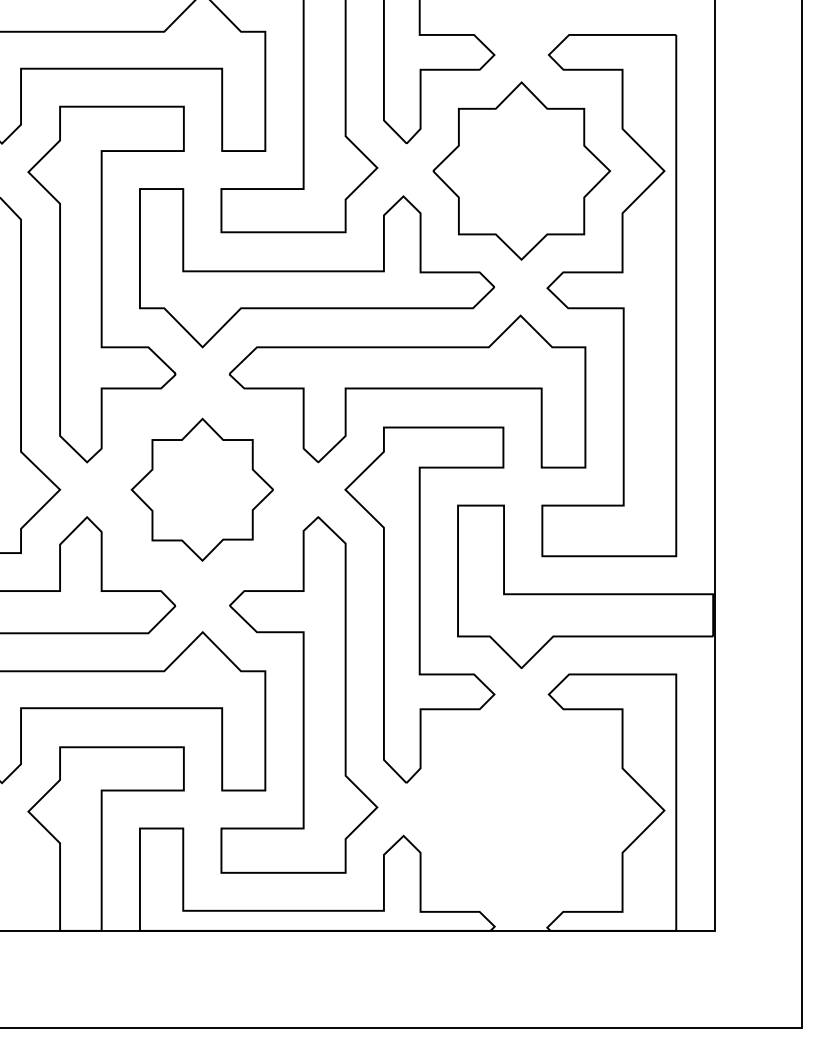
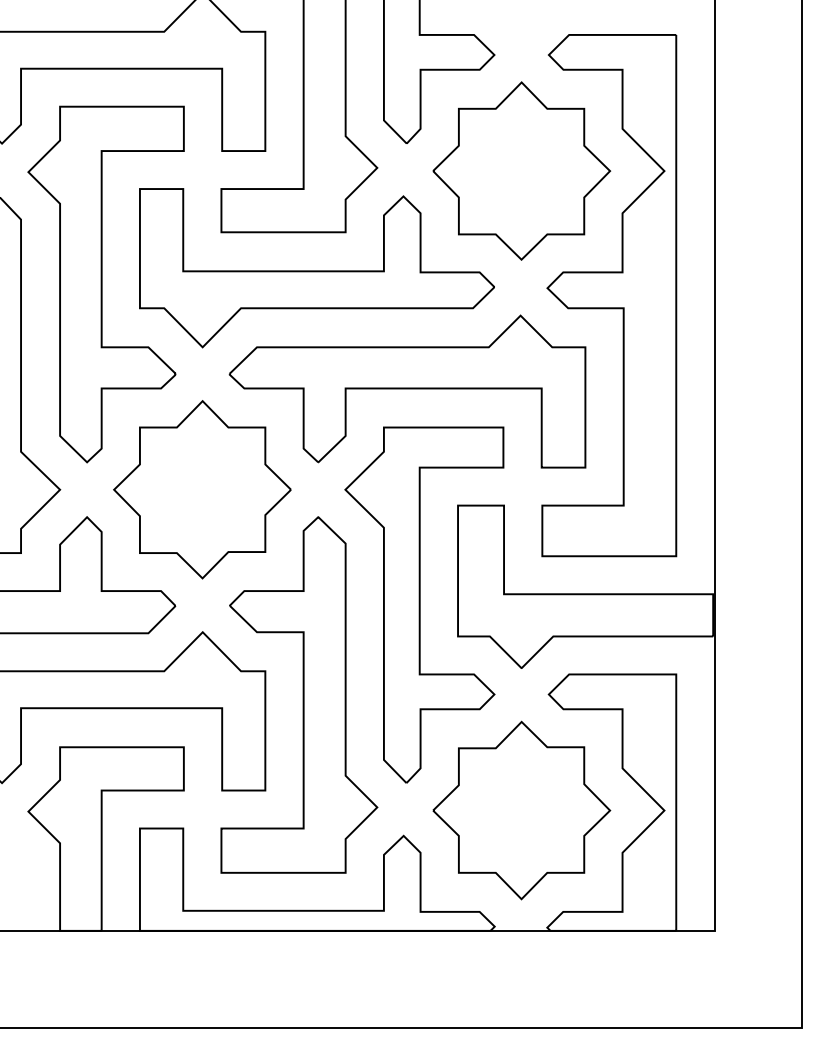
part at (201, 489) size: 144x145 px -> 179x180 px
part at (521, 810): none -> present
